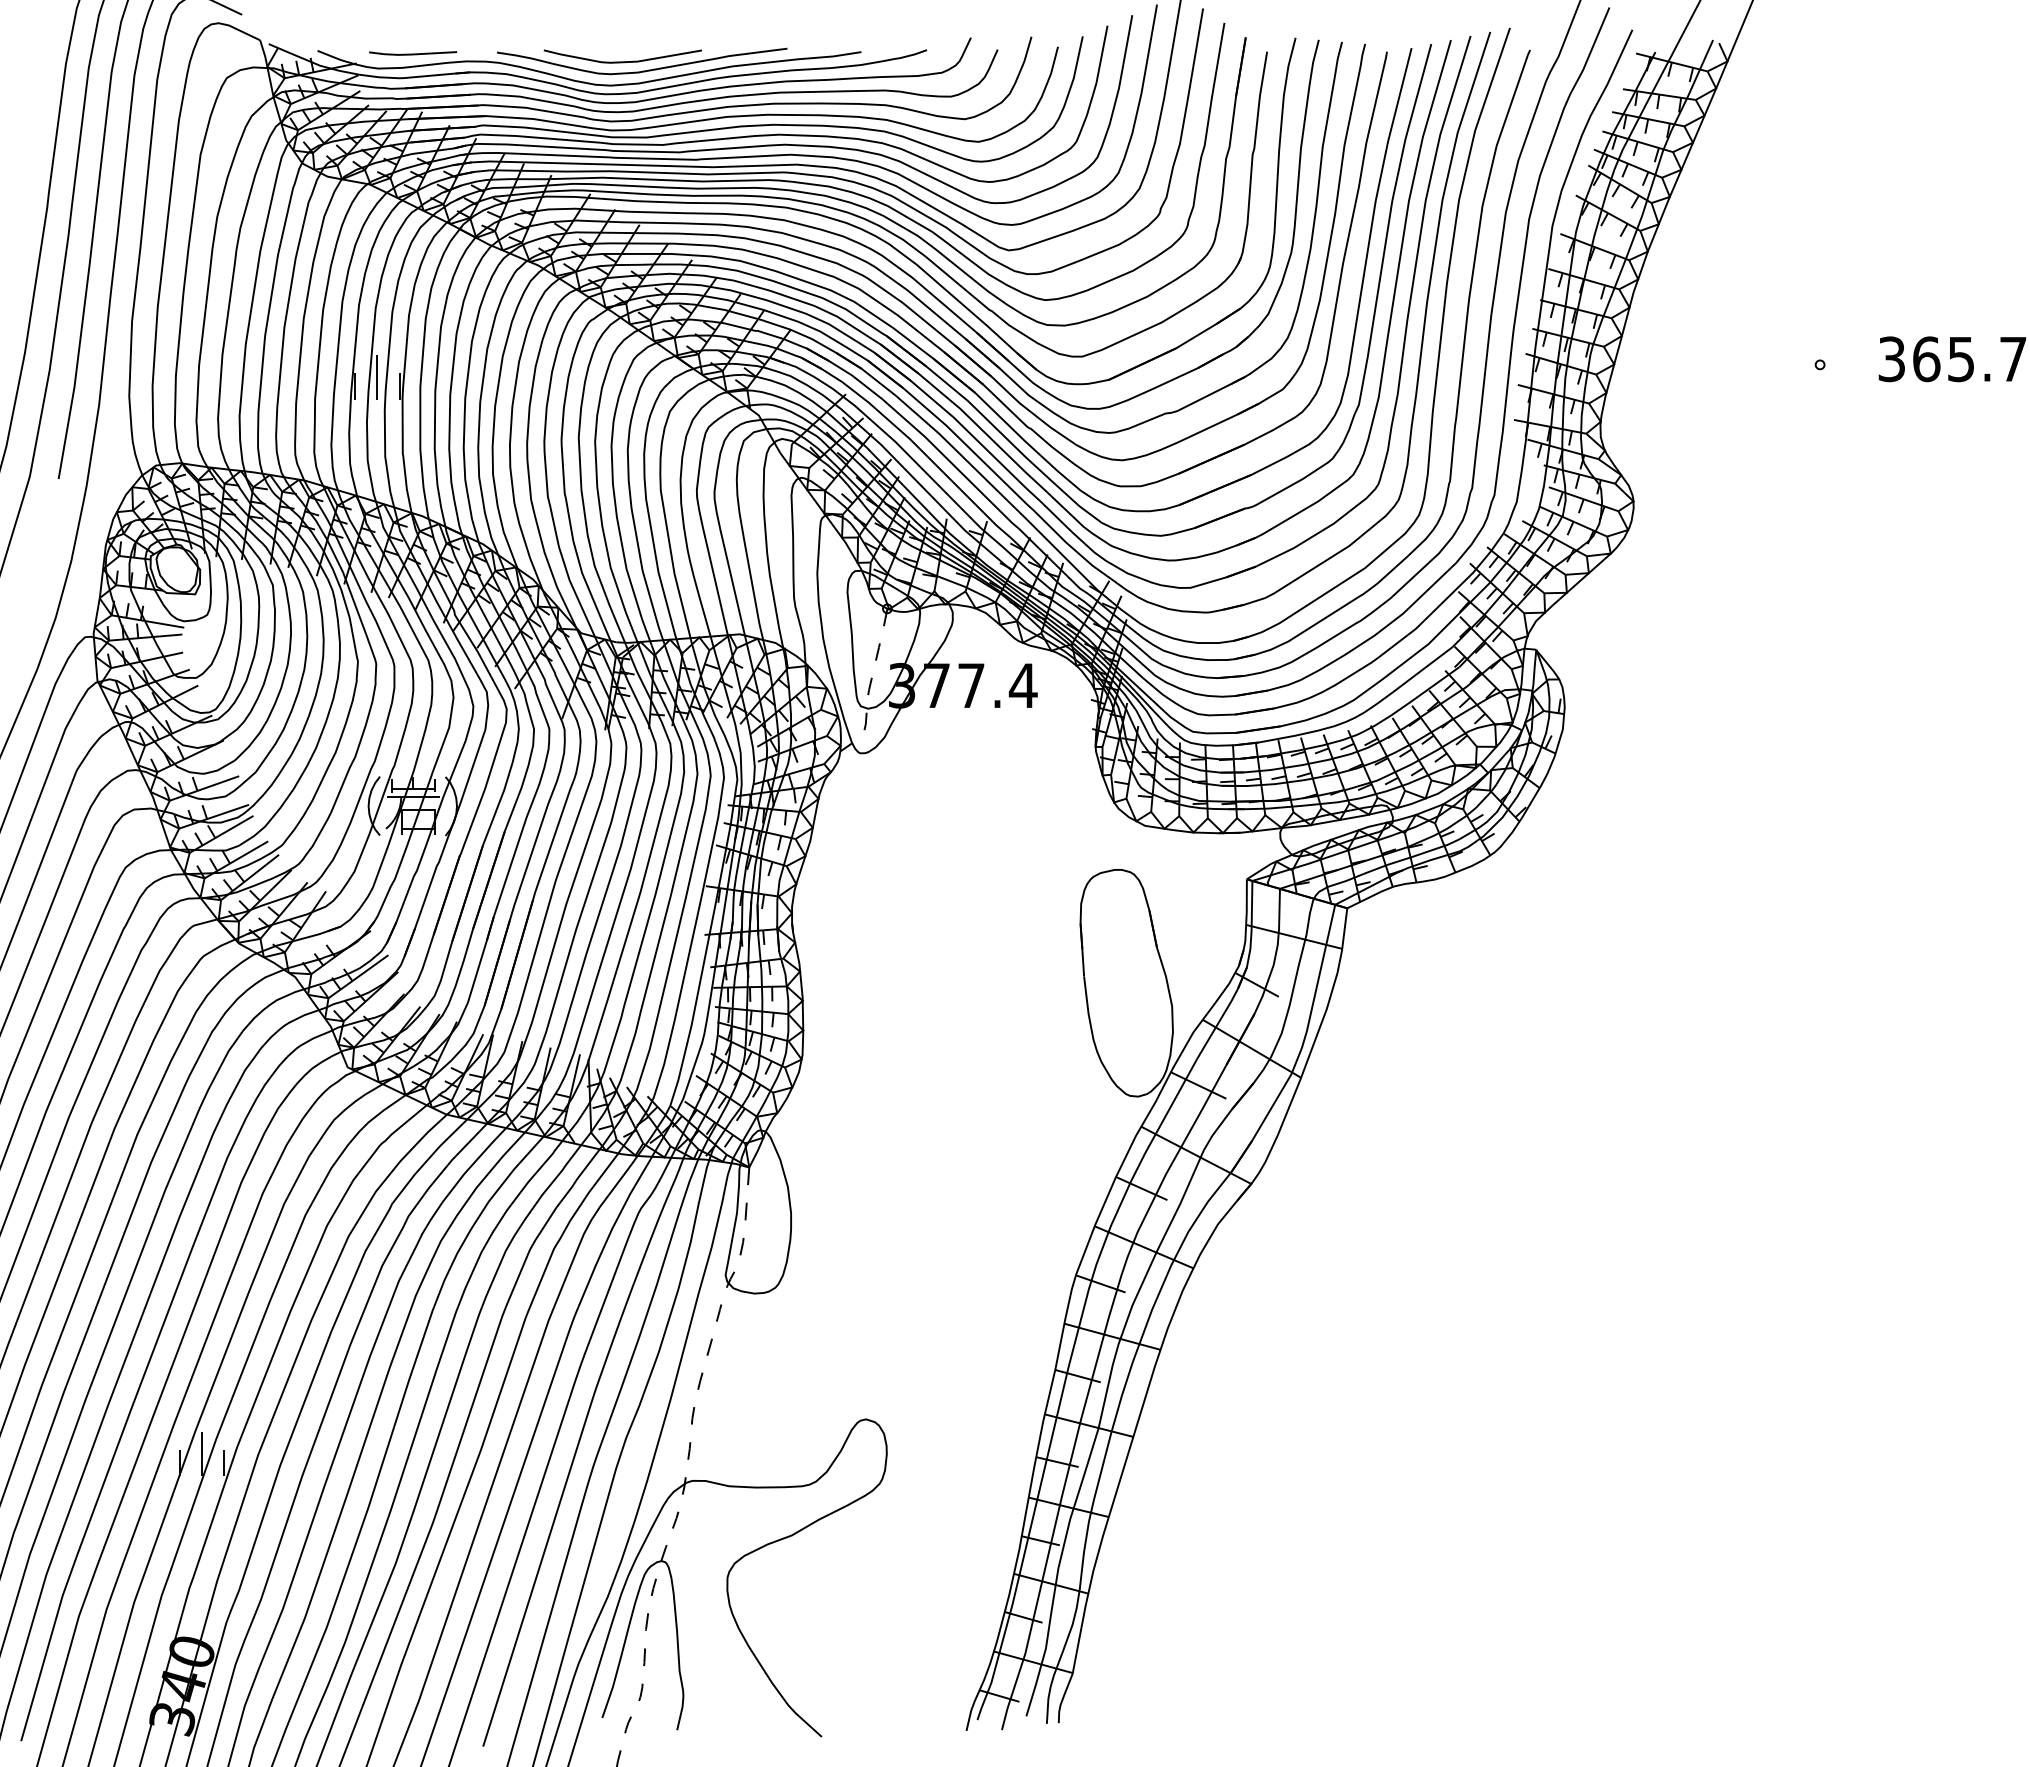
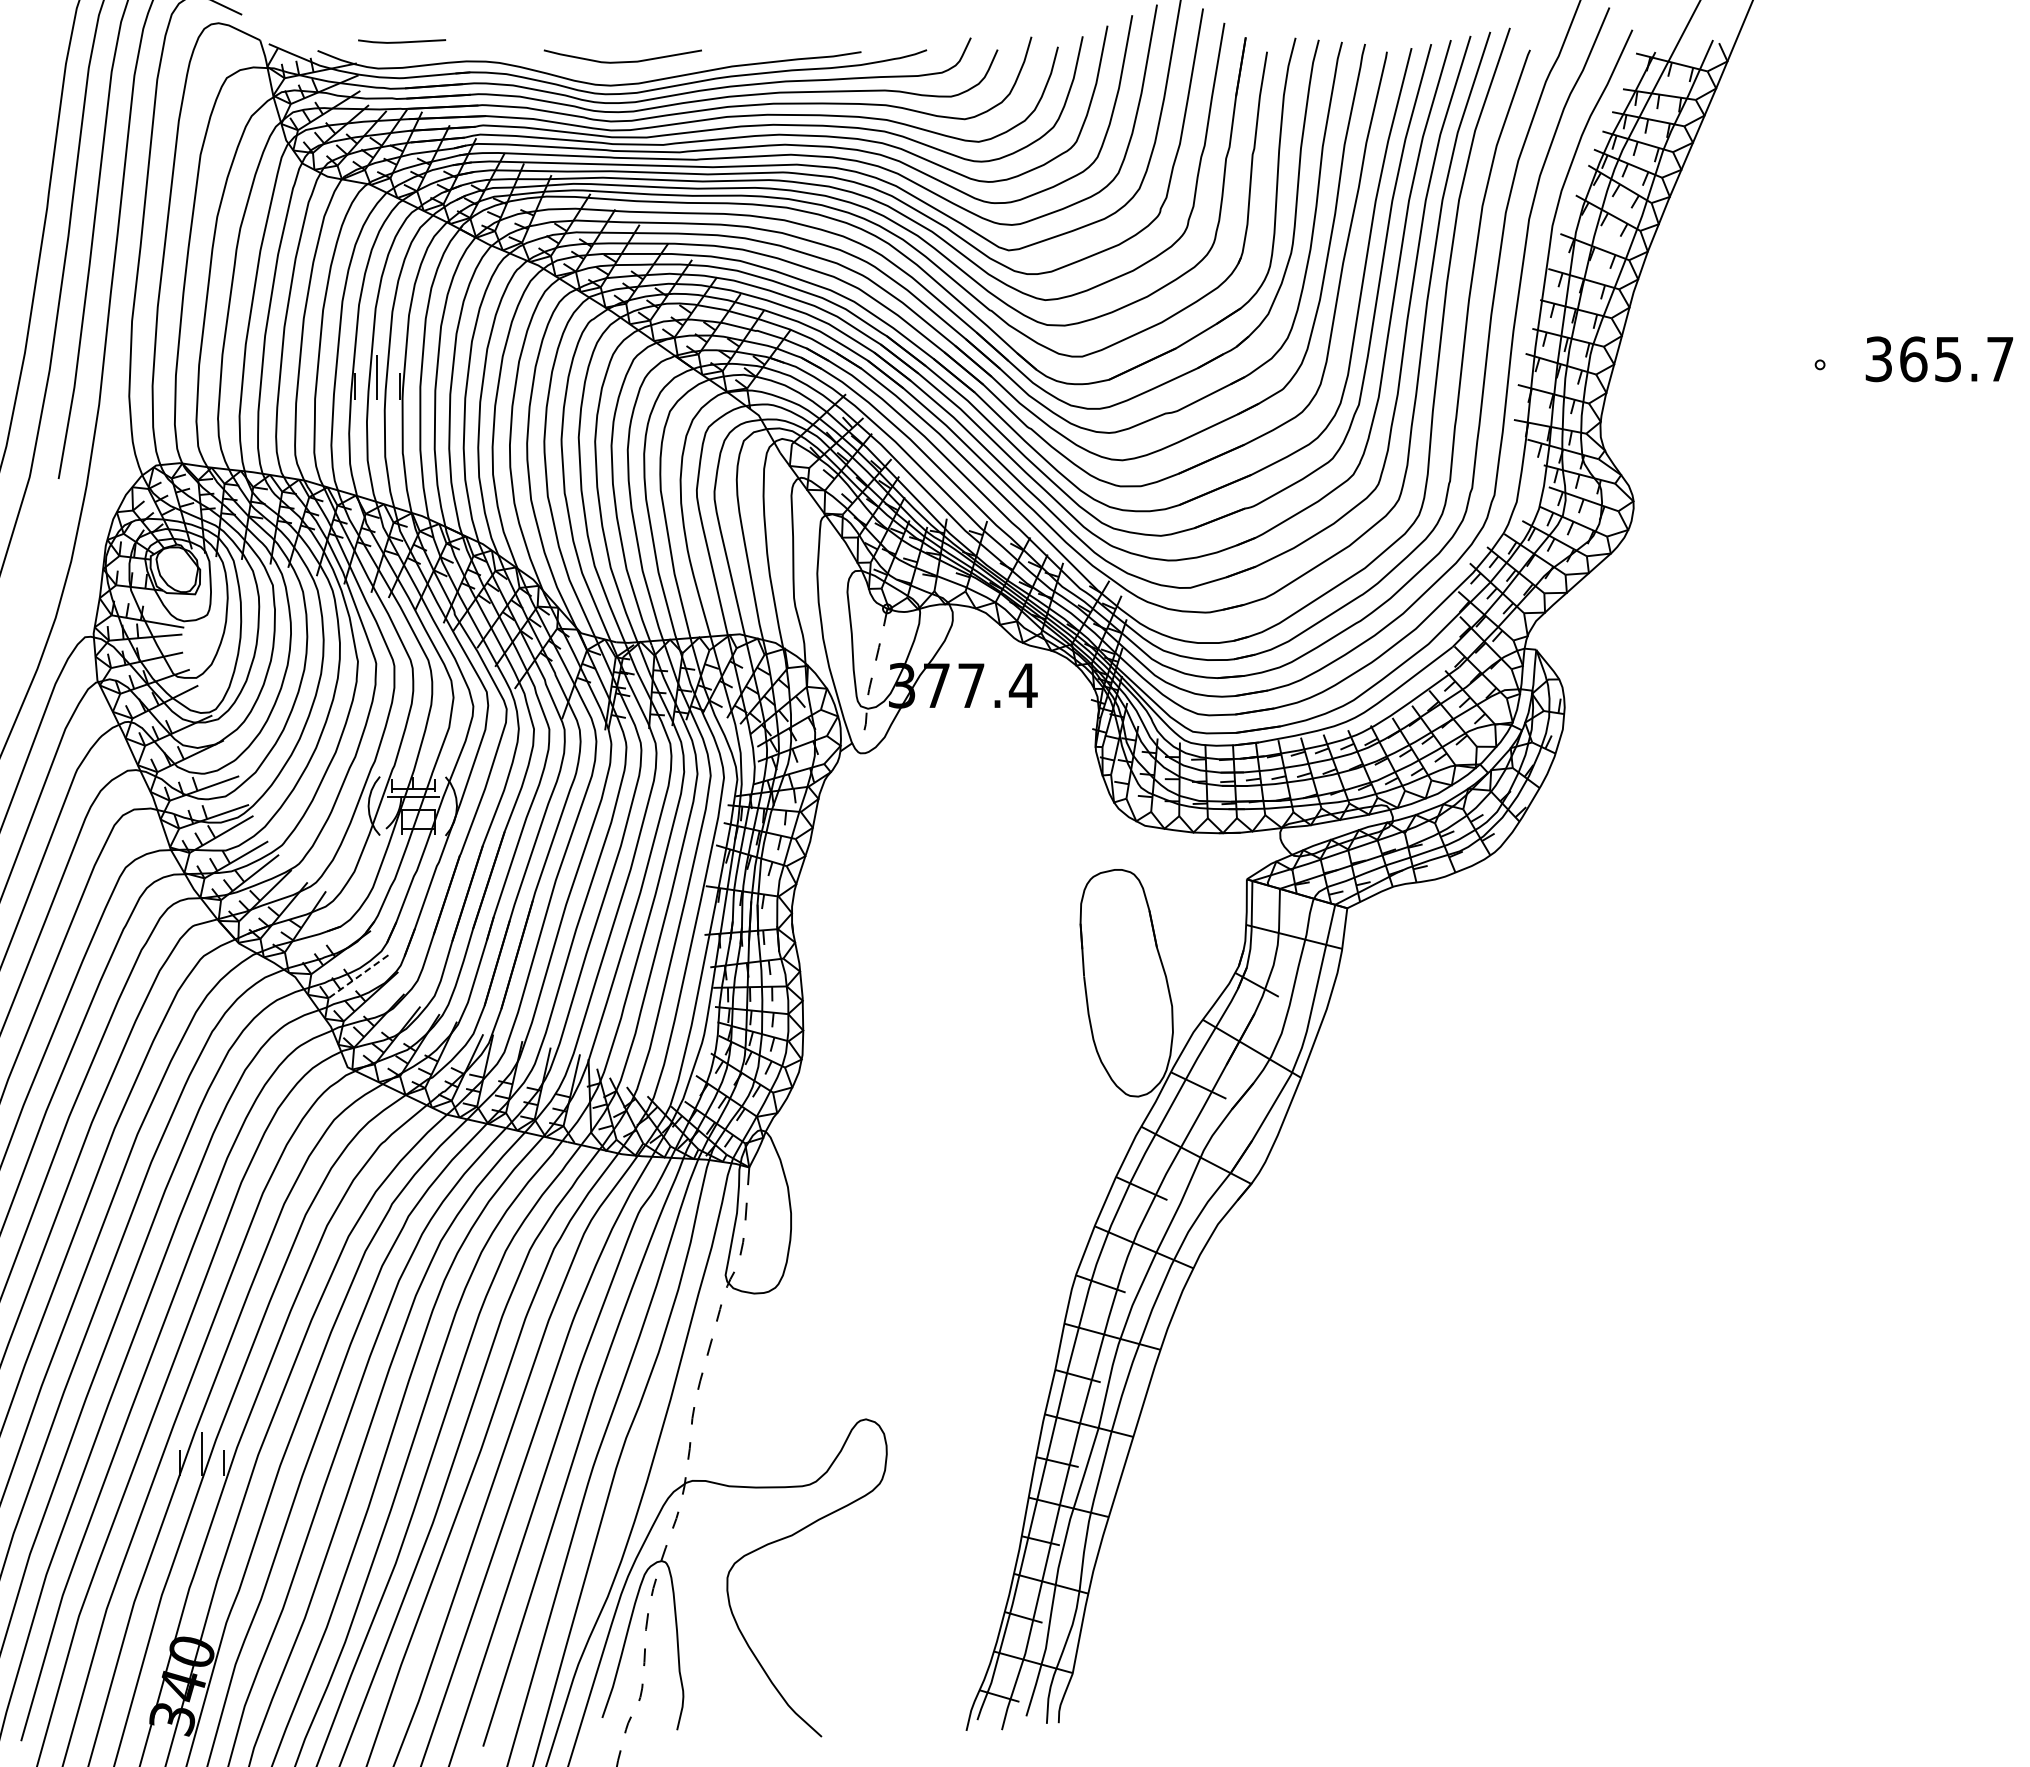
line at (413, 53) position: (413, 53) -> (402, 41)
curve at (642, 70): present -> none
text at (1952, 359) position: (1952, 359) -> (1939, 359)
line at (358, 976): solid -> dashed
